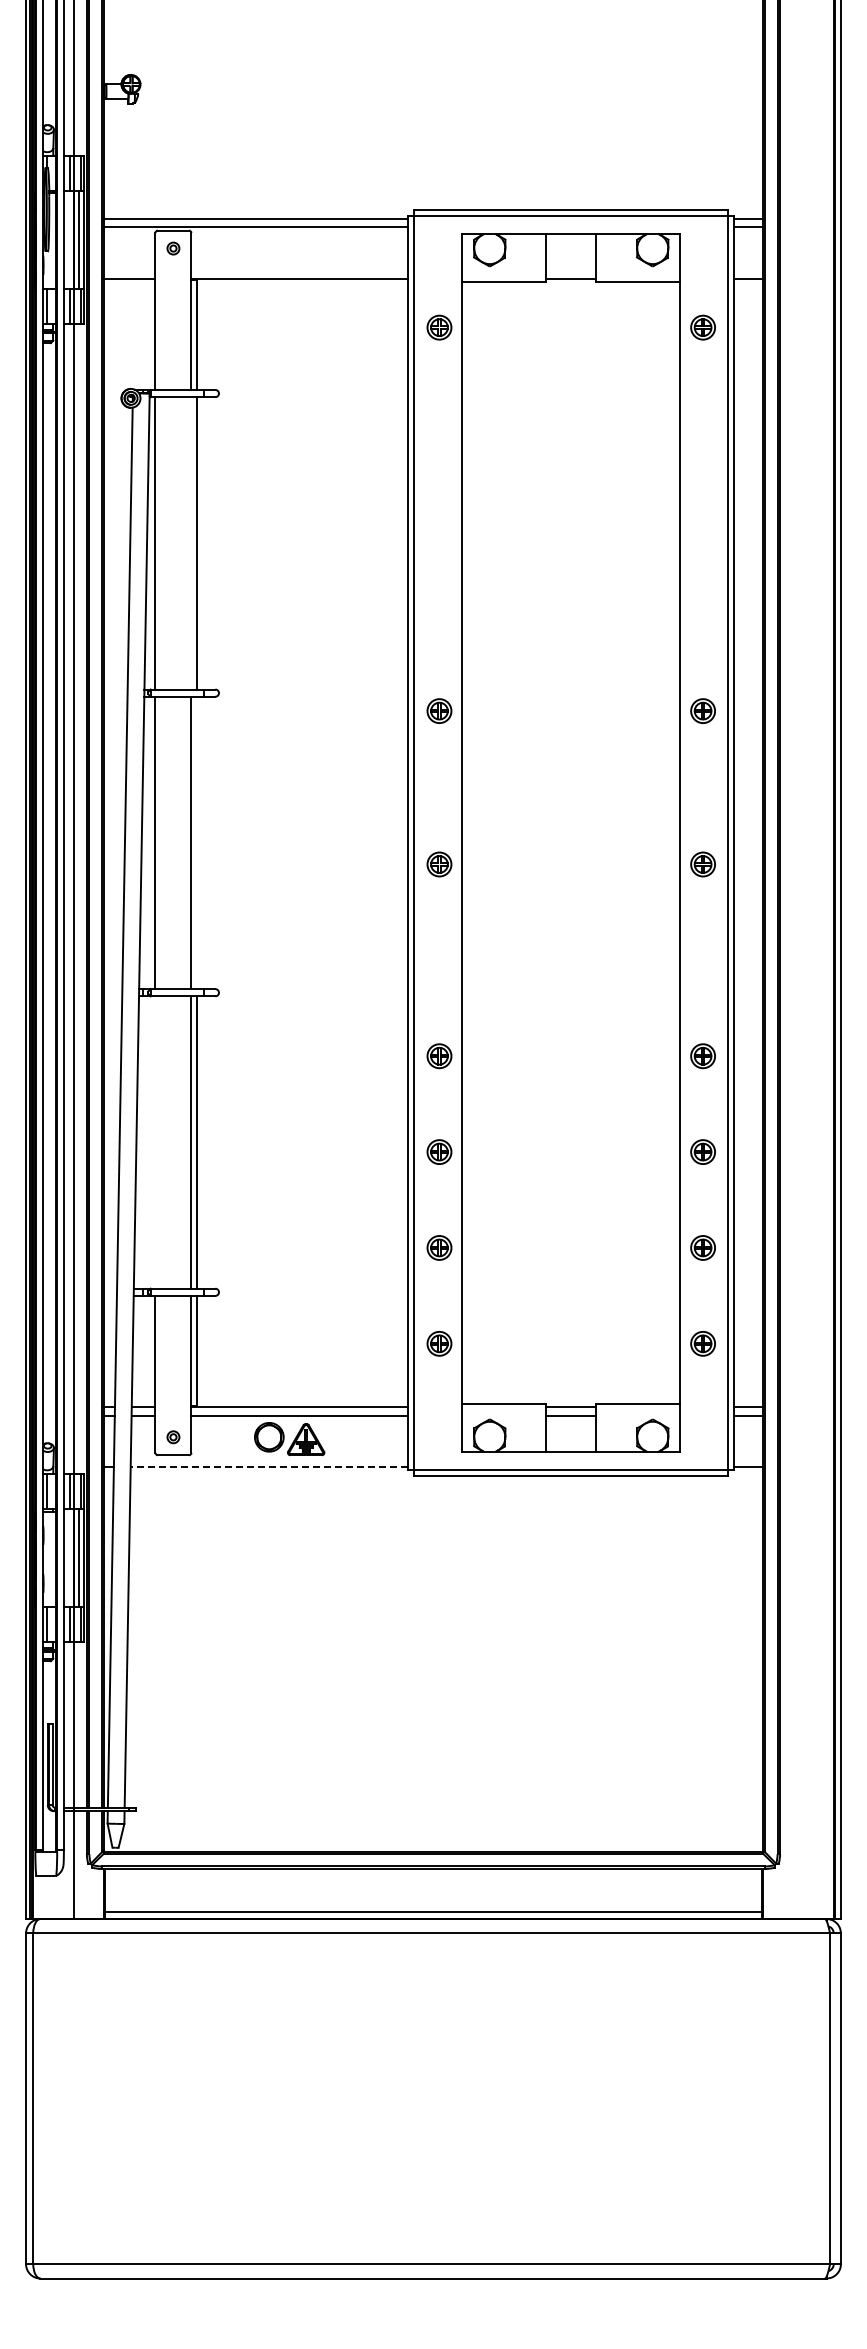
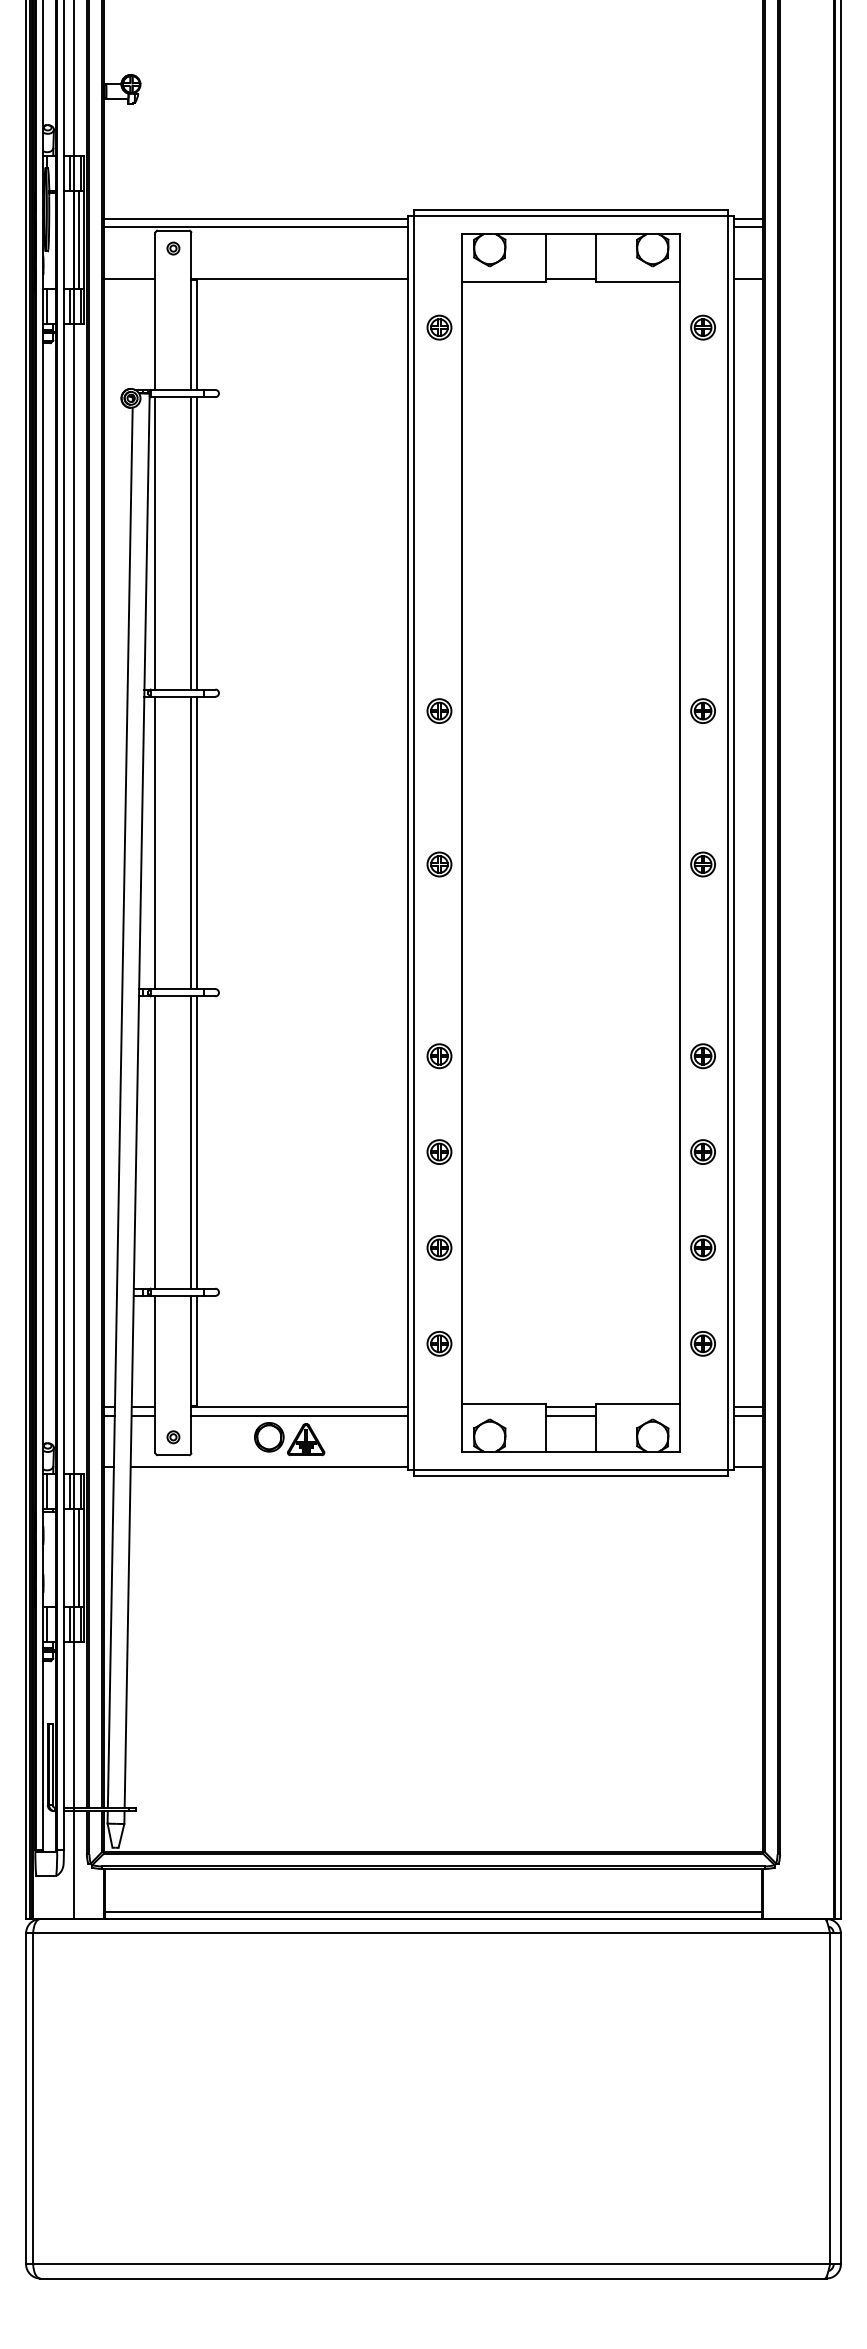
line at (191, 543): none -> present
line at (197, 842): none -> present
line at (155, 1142): none -> present
line at (269, 1467): dashed -> solid
